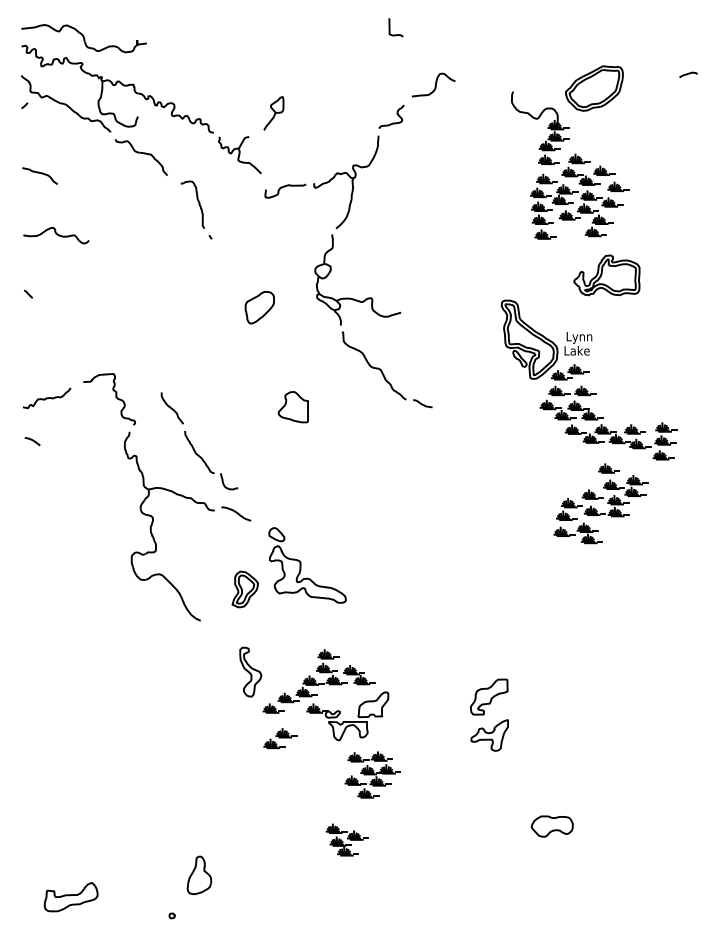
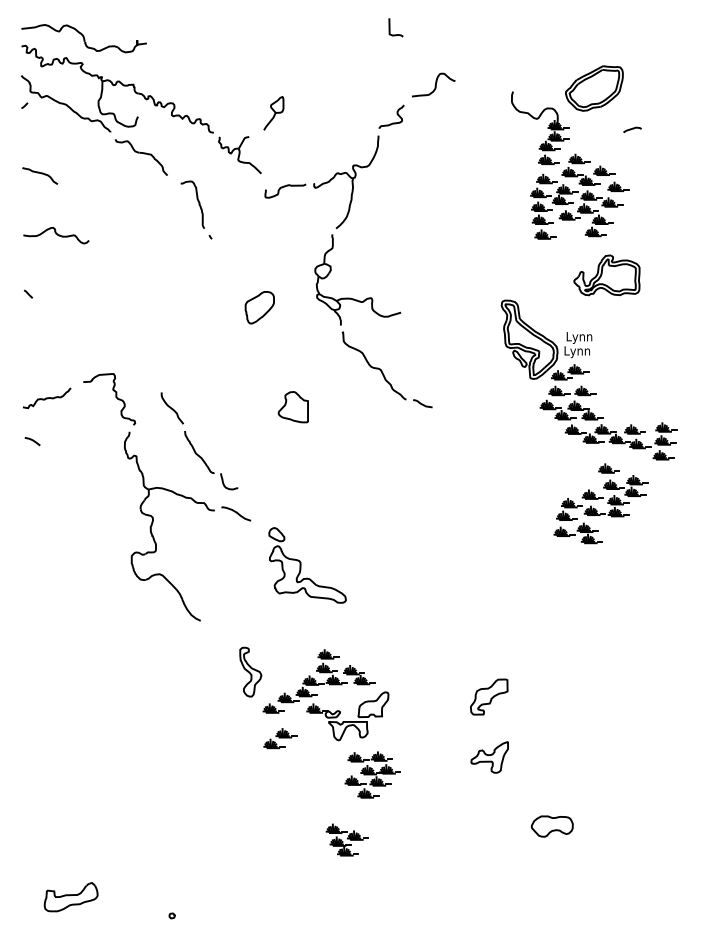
line at (688, 74) position: (688, 74) -> (632, 129)
text at (580, 351): Lake -> Lynn
part at (244, 589): present -> none
part at (489, 735) position: (489, 735) -> (489, 757)
part at (199, 875): present -> none
